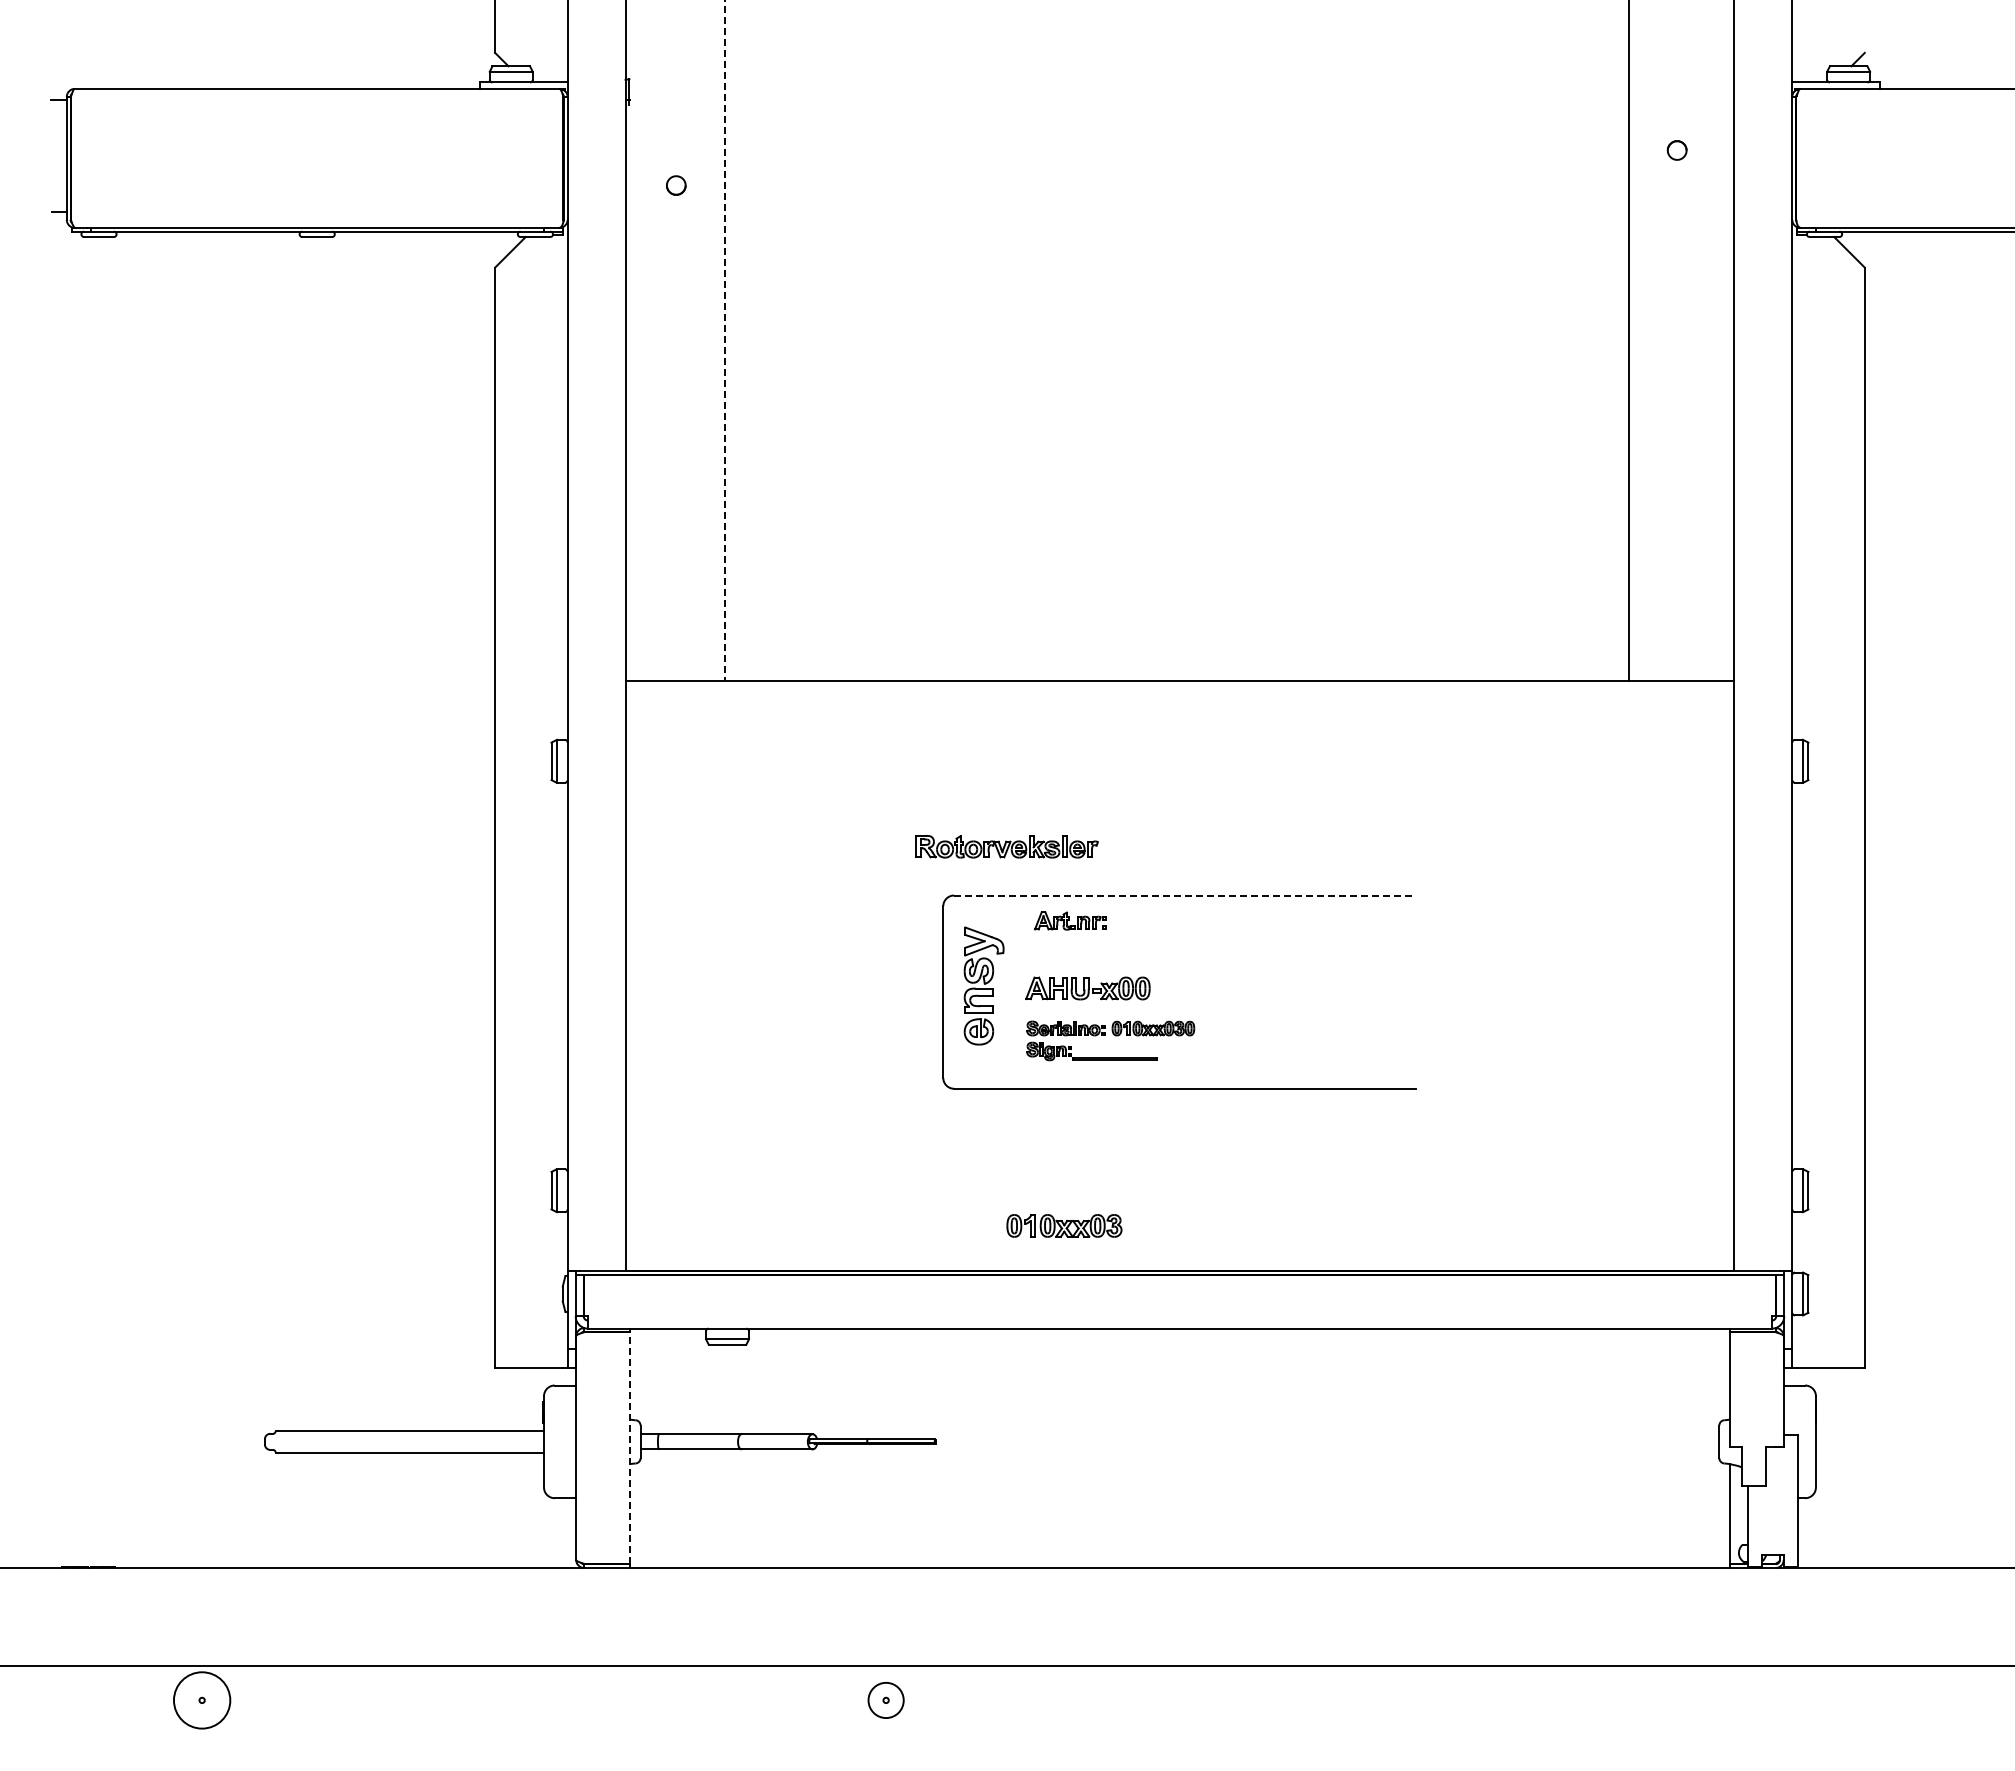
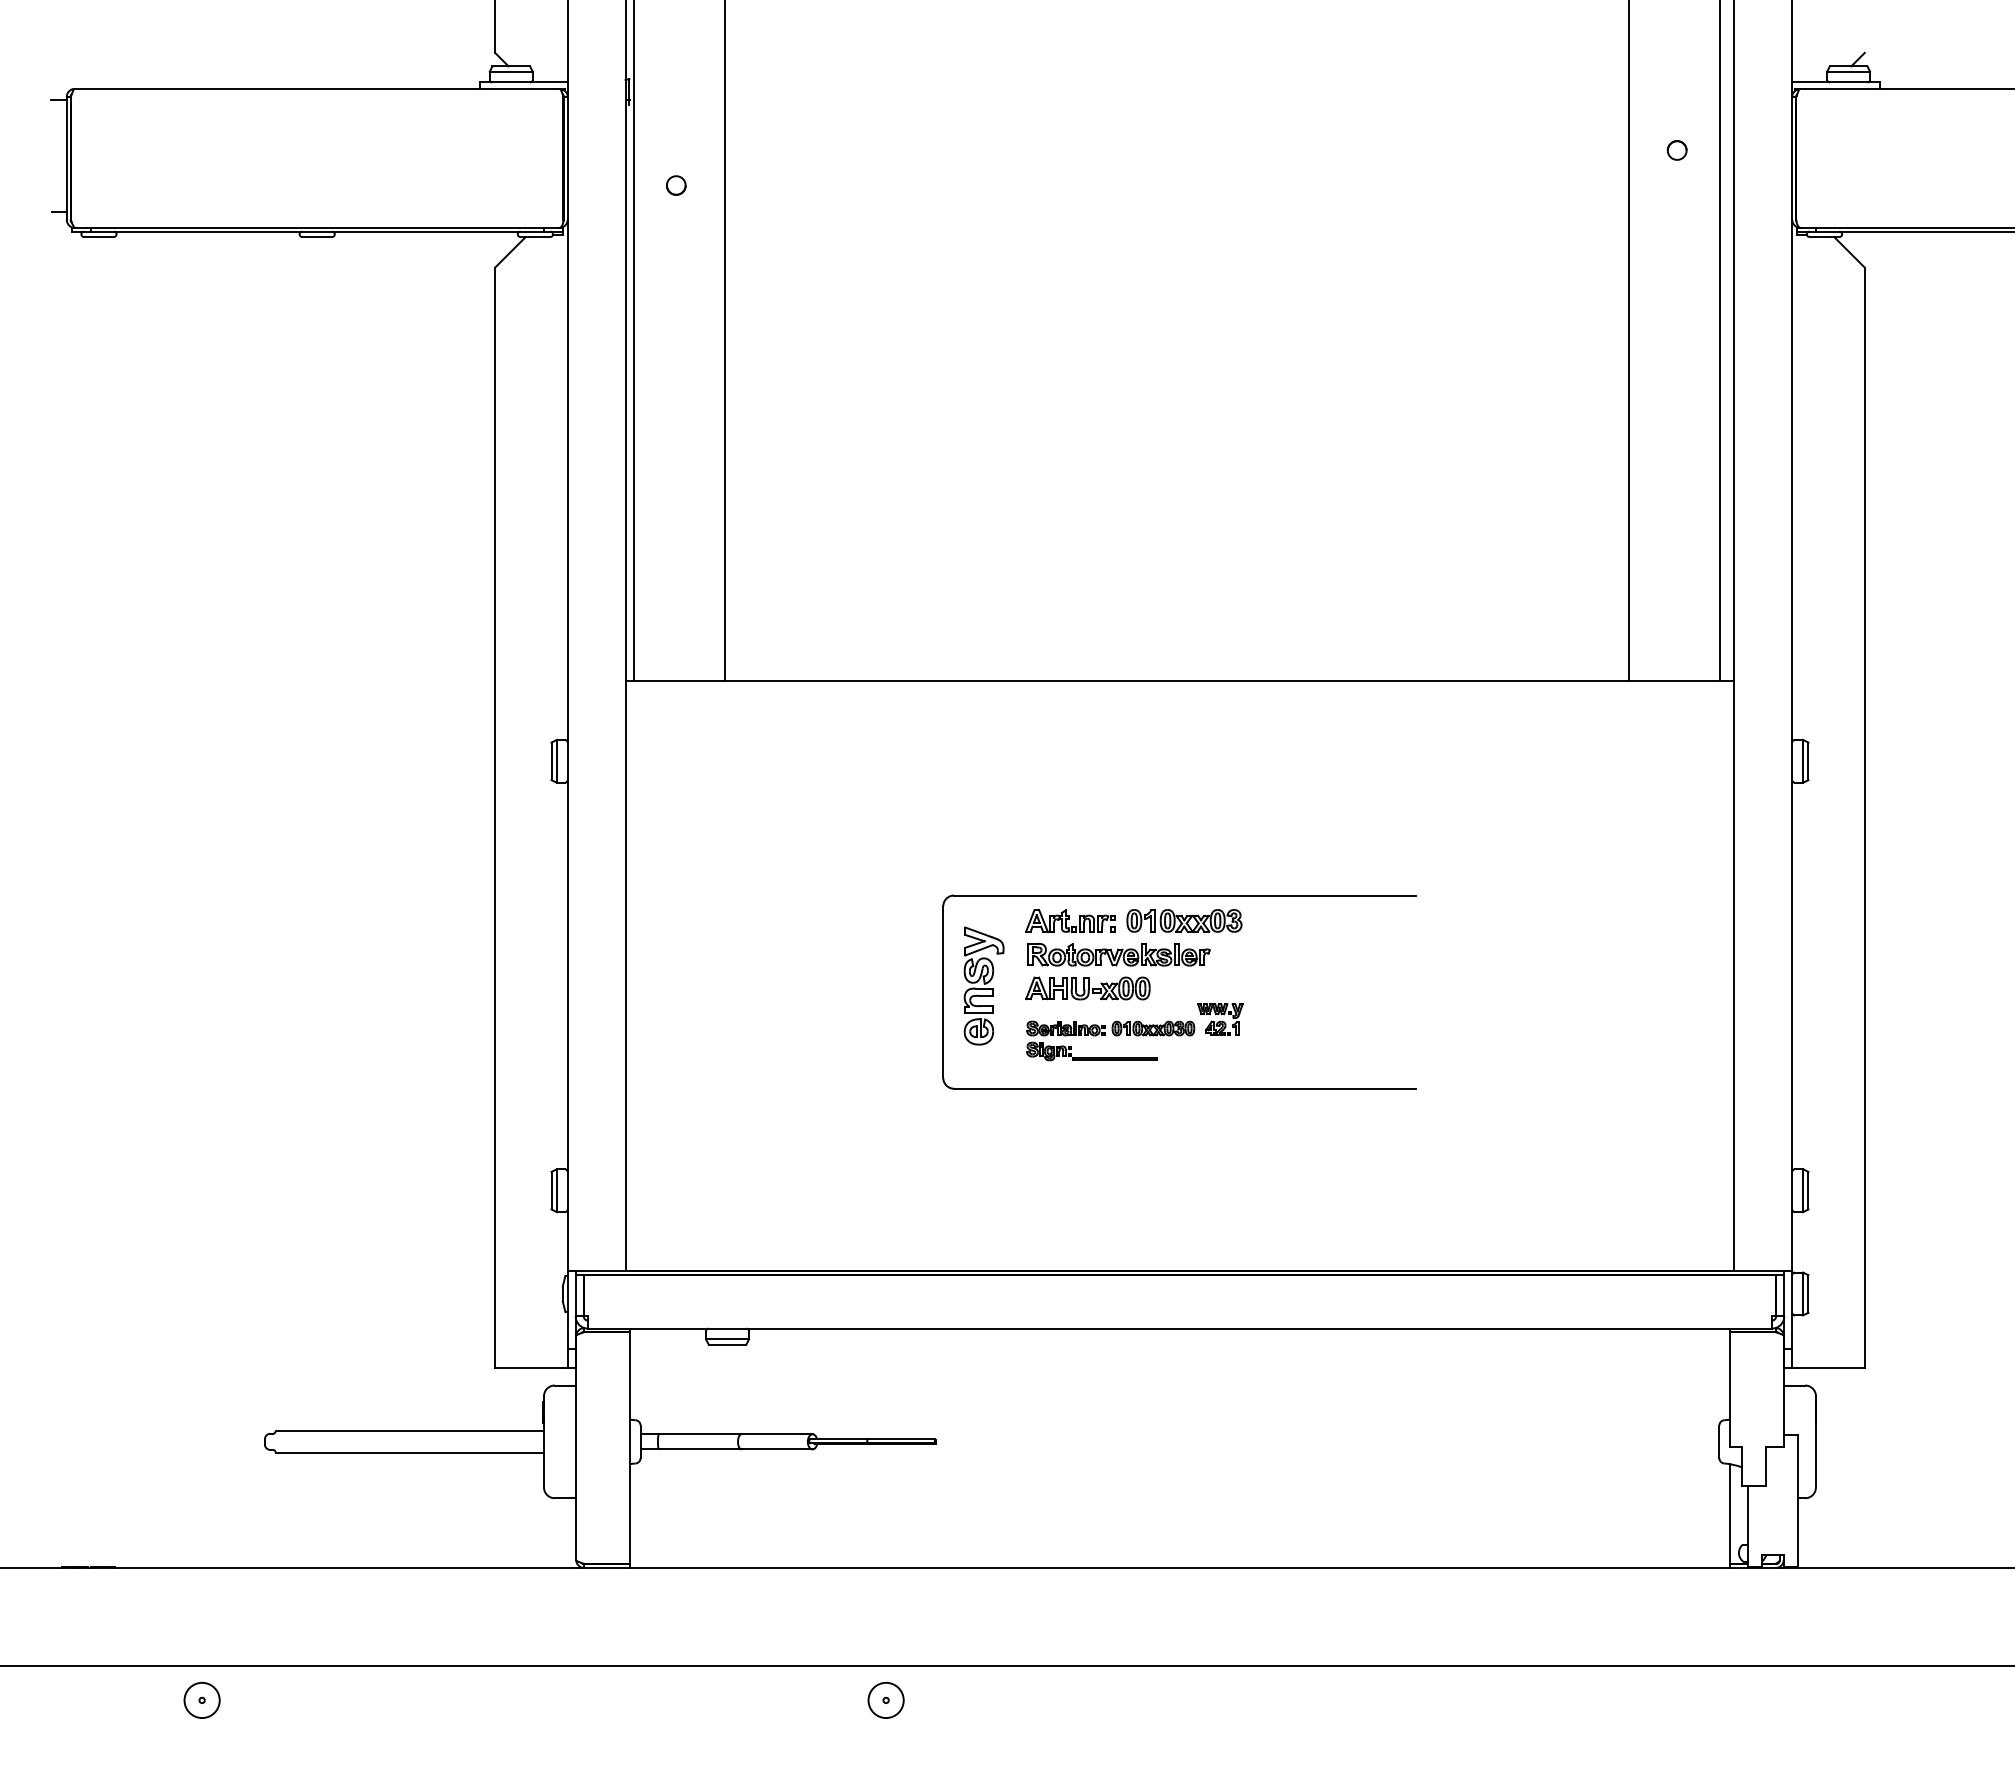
line at (724, 340): dashed -> solid
line at (633, 341): none -> present
line at (1719, 341): none -> present
part at (1006, 846) position: (1006, 846) -> (1118, 954)
line at (1184, 895): dashed -> solid
part at (1070, 920) size: 73x20 px -> 91x24 px
part at (1220, 1019): none -> present
part at (1064, 1225) position: (1064, 1225) -> (1184, 920)
line at (629, 1448): dashed -> solid
circle at (201, 1700) diameter: 56 px -> 35 px
